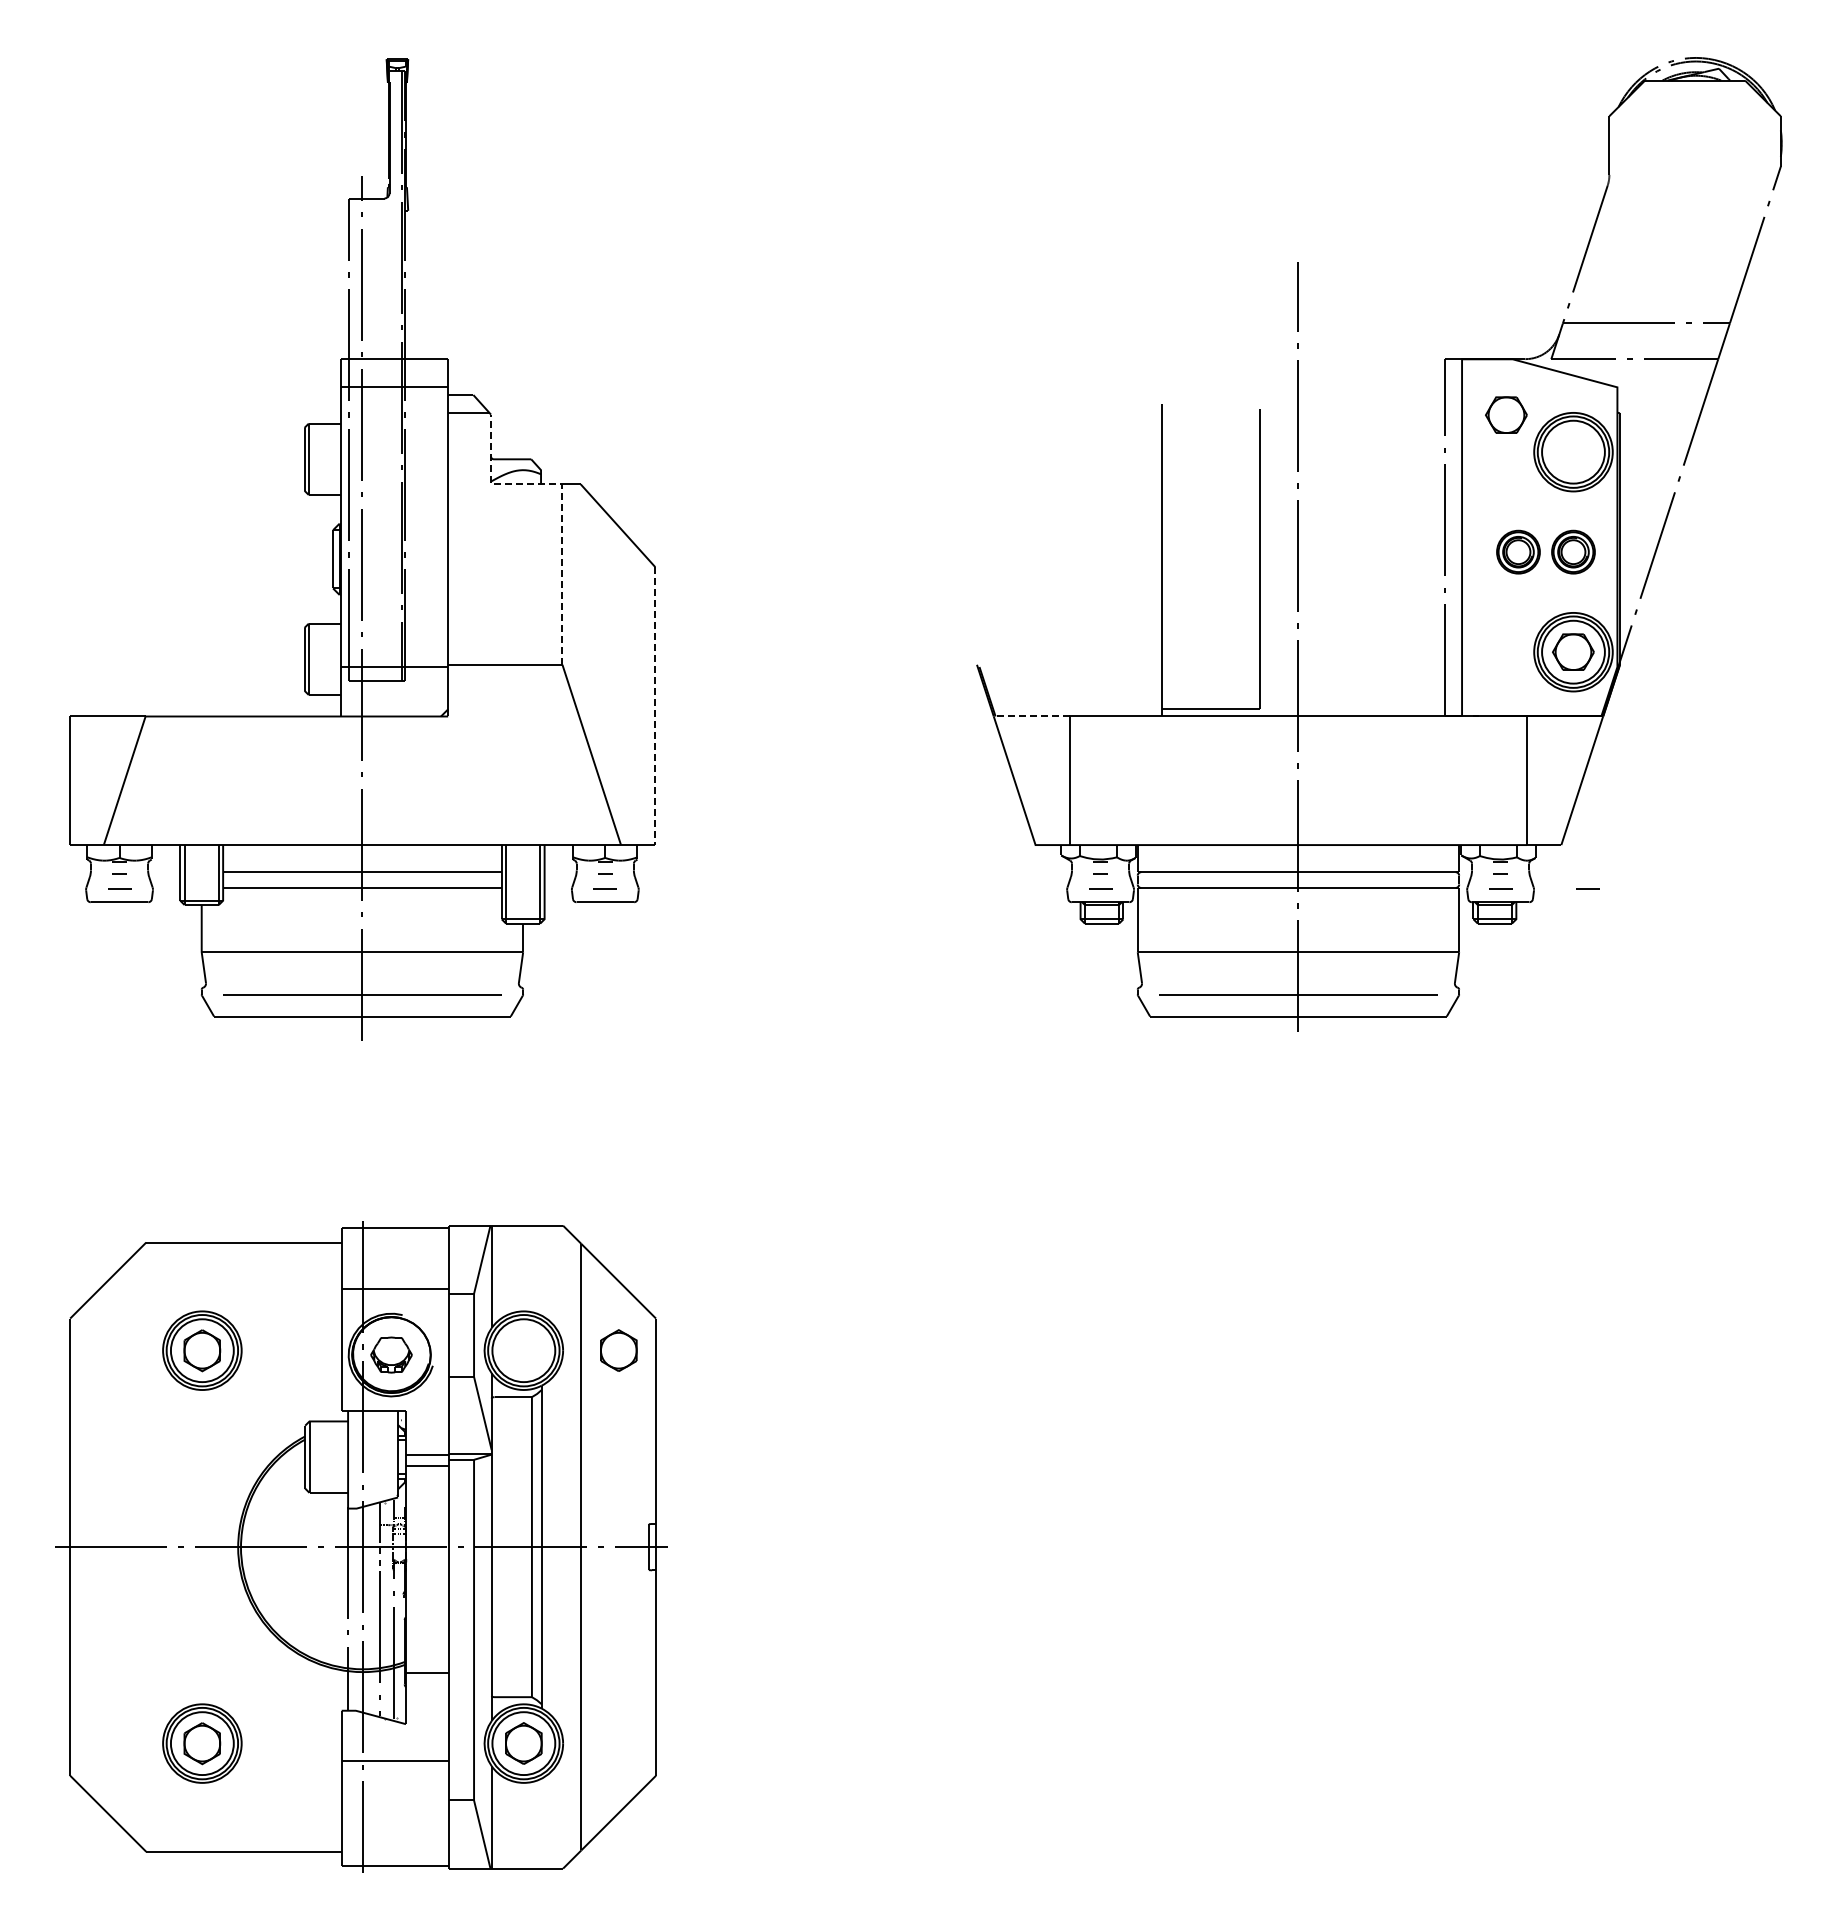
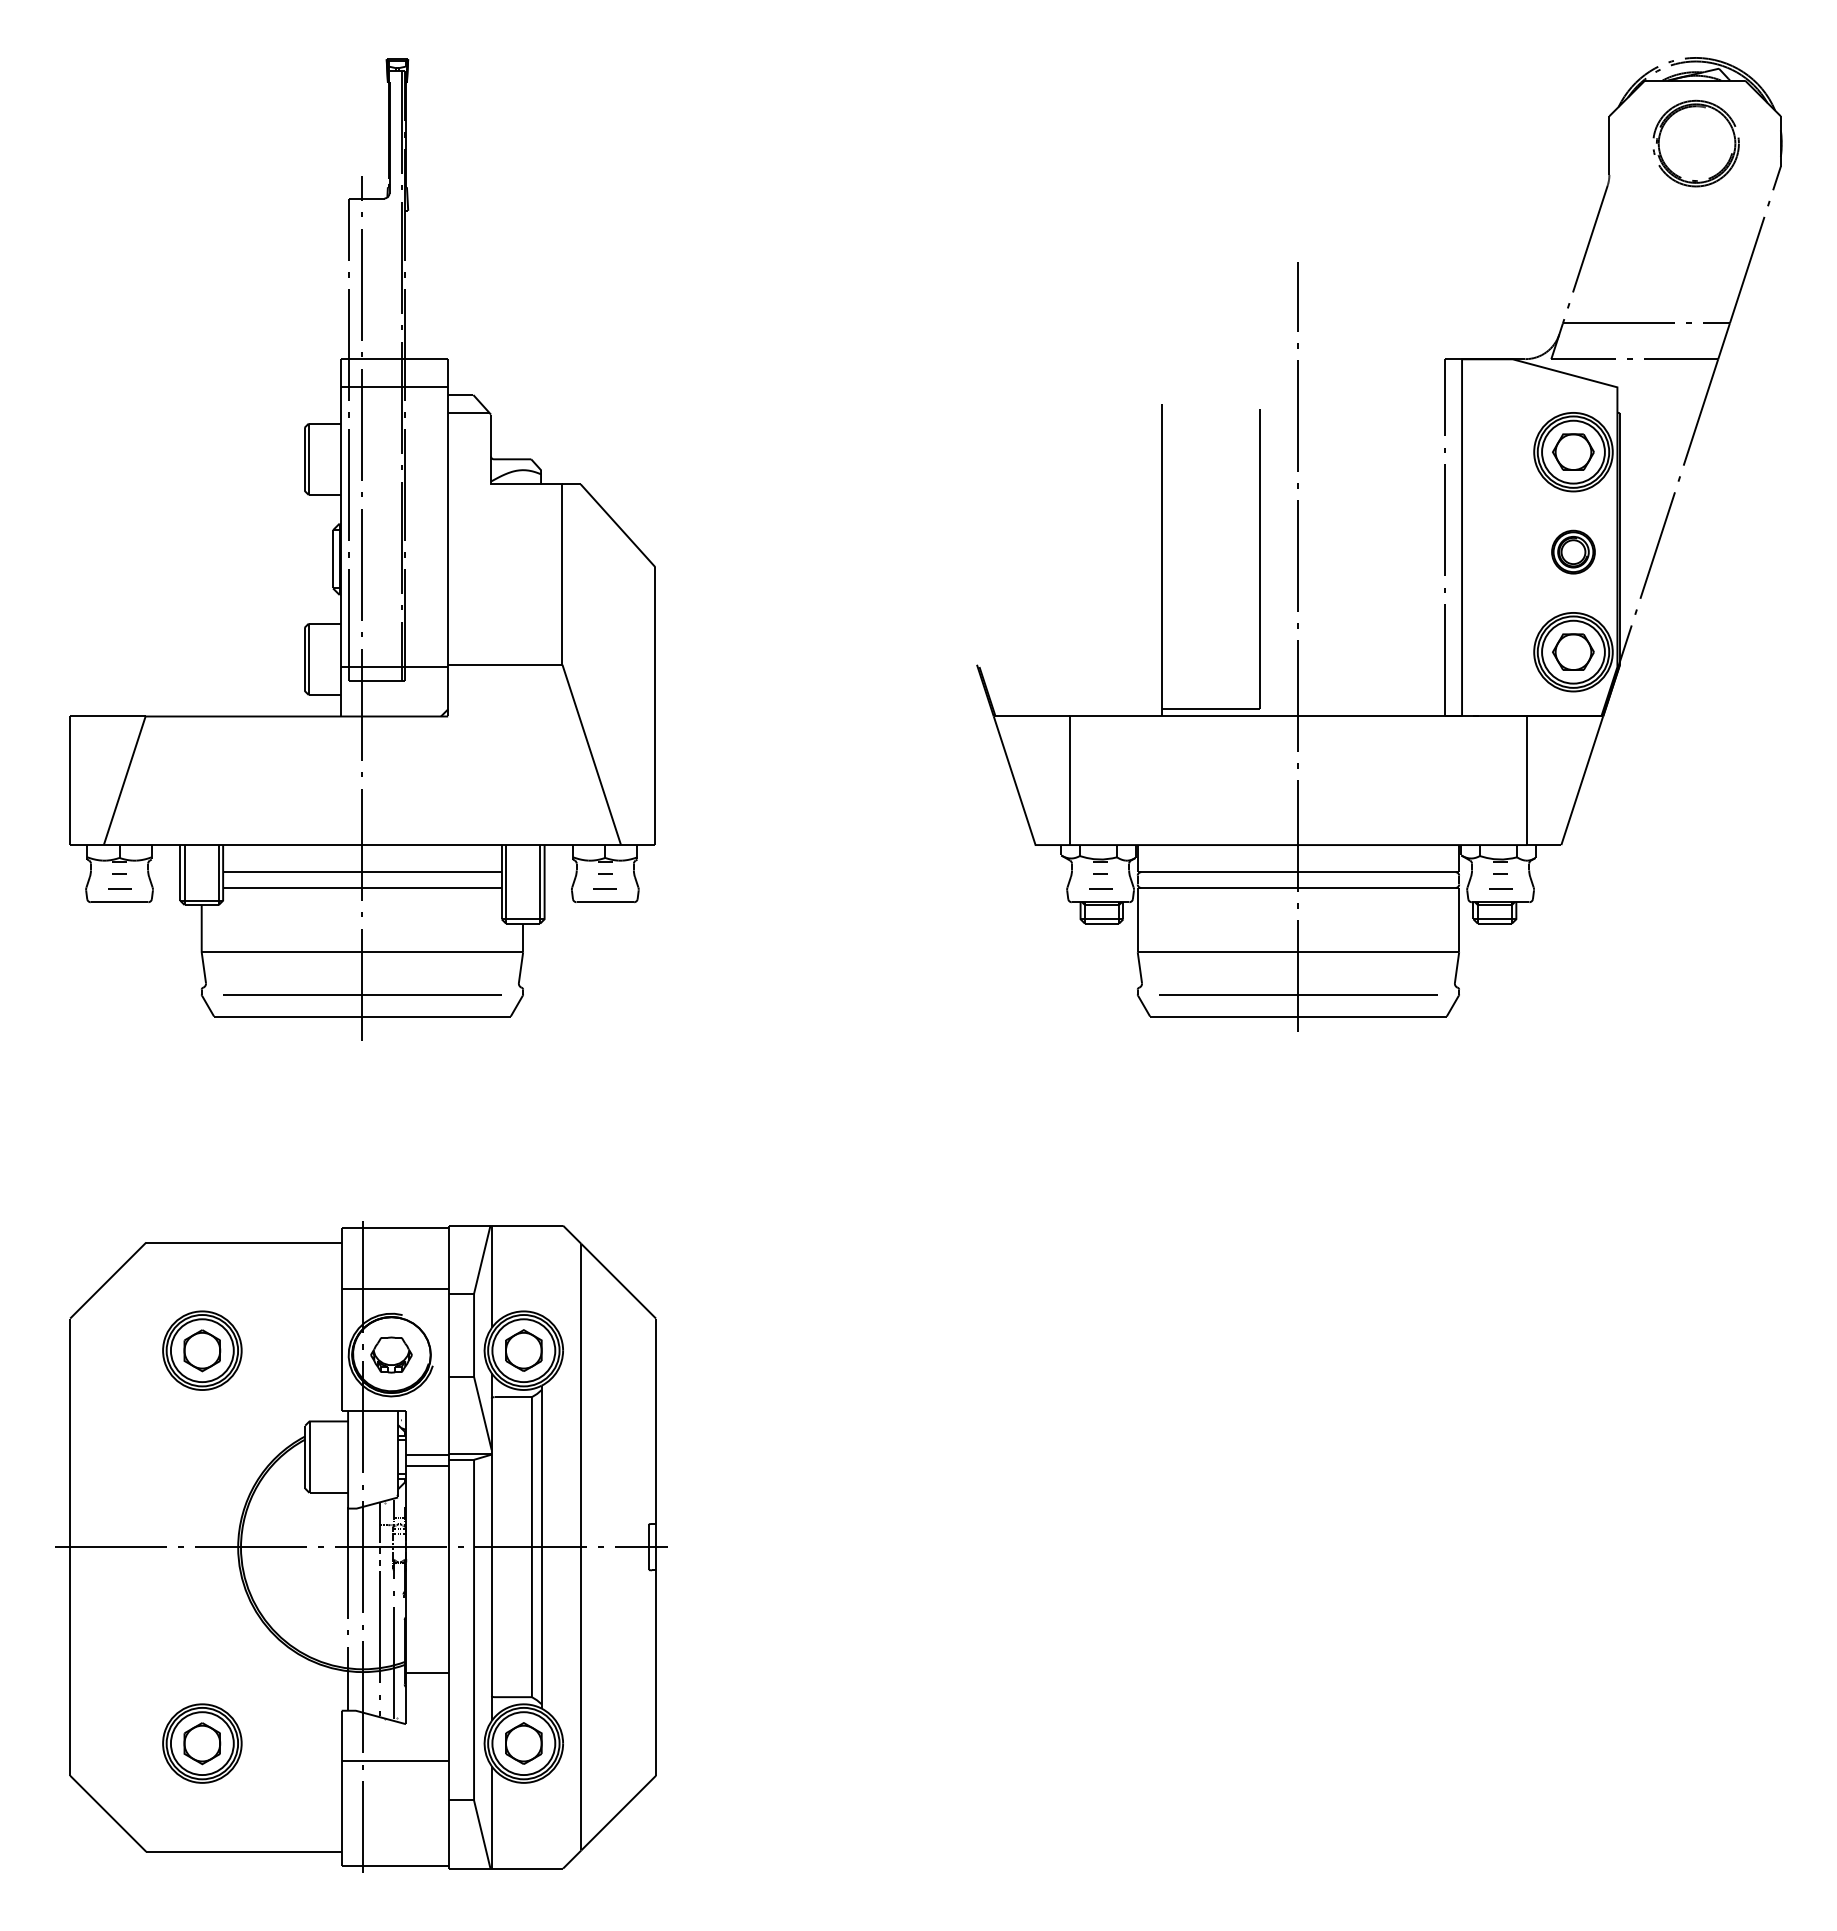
part at (1695, 143): none -> present
part at (1506, 414) position: (1506, 414) -> (1573, 451)
line at (562, 502): dashed -> solid
part at (1518, 551): present -> none
line at (655, 706): dashed -> solid
line at (1031, 716): dashed -> solid
line at (1587, 888): present -> none
part at (618, 1350) position: (618, 1350) -> (523, 1350)
